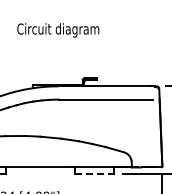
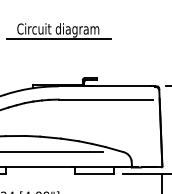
line at (58, 38): none -> present
line at (52, 151): none -> present
line at (95, 174): dashed -> solid
